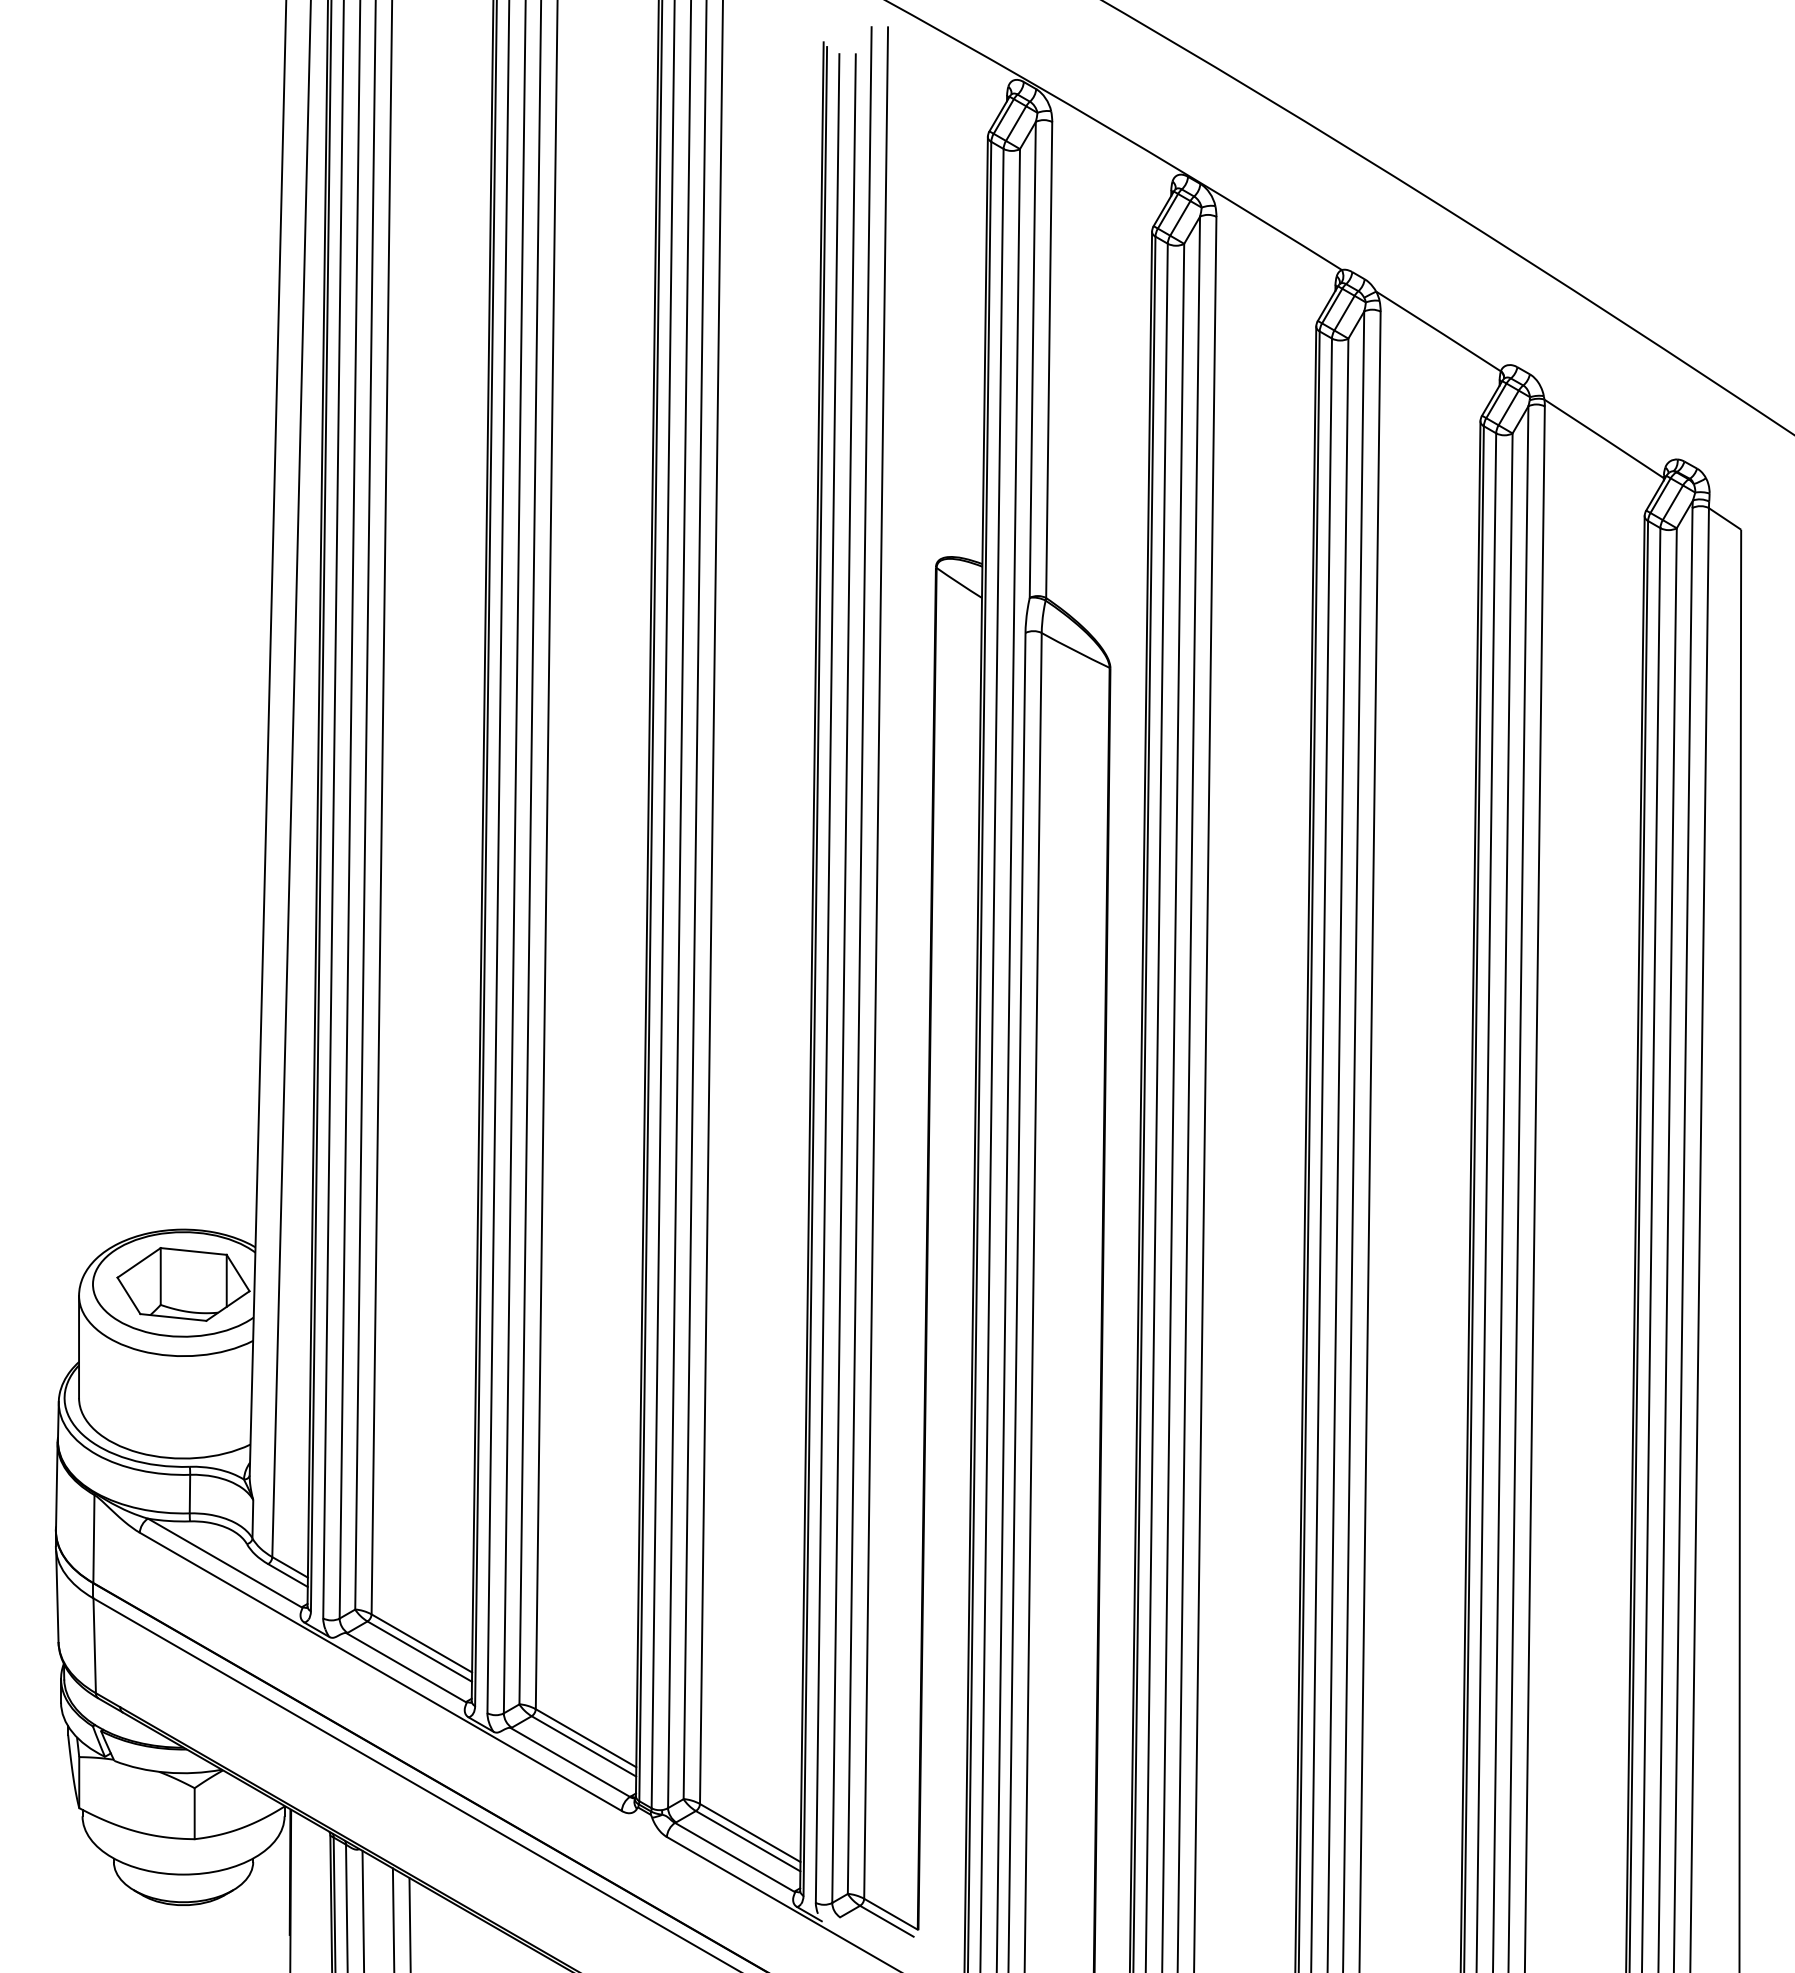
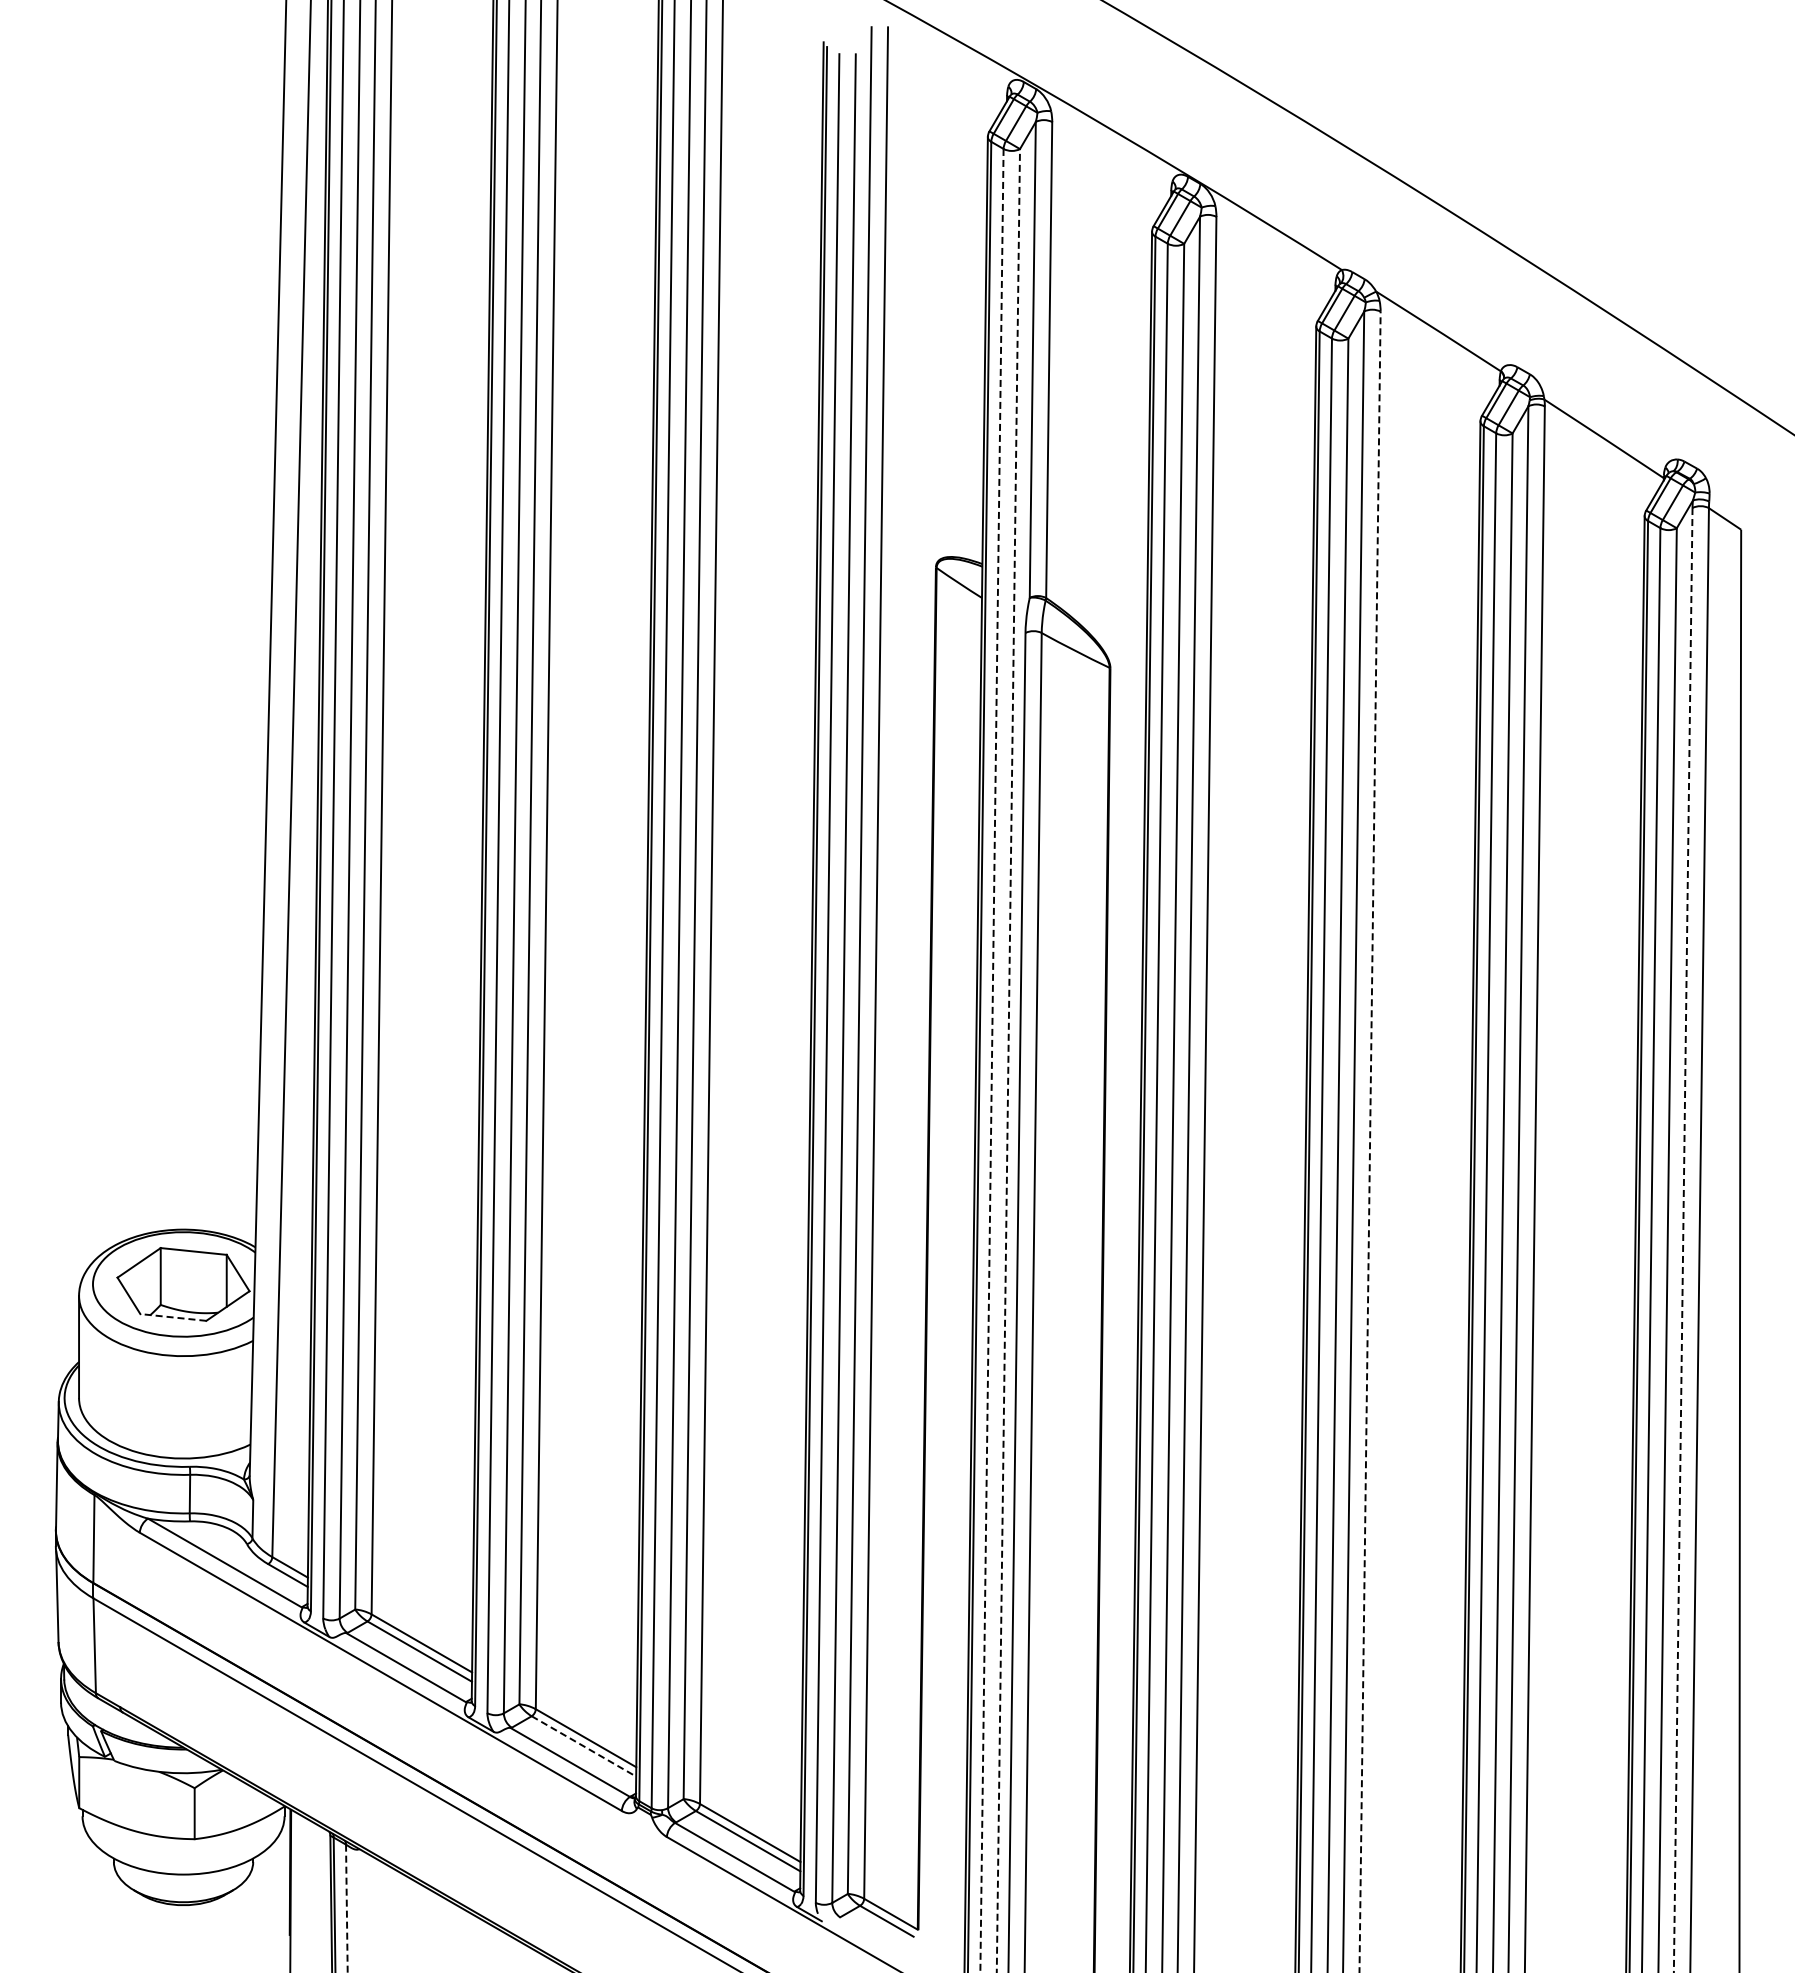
line at (1008, 1060): solid -> dashed
line at (991, 1061): solid -> dashed
line at (1370, 1141): solid -> dashed
line at (1683, 1240): solid -> dashed
line at (172, 1317): solid -> dashed
line at (584, 1746): solid -> dashed
line at (346, 1908): solid -> dashed
line at (363, 1909): present -> none
line at (393, 1918): present -> none
line at (409, 1923): present -> none
